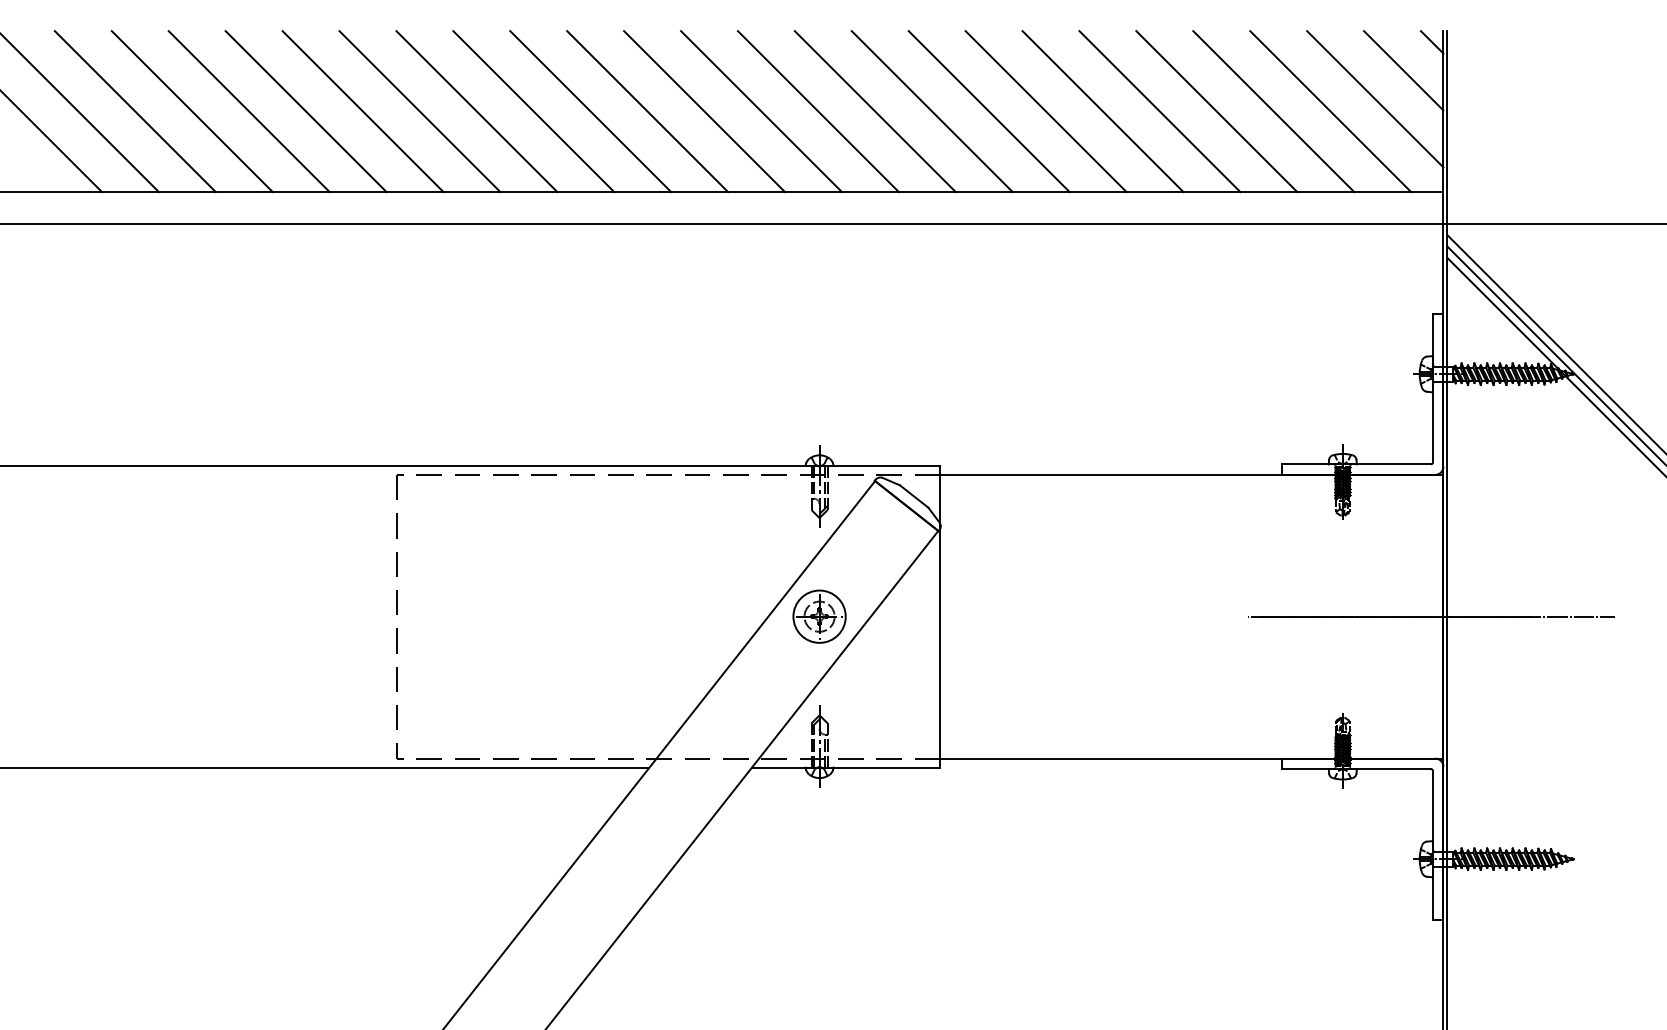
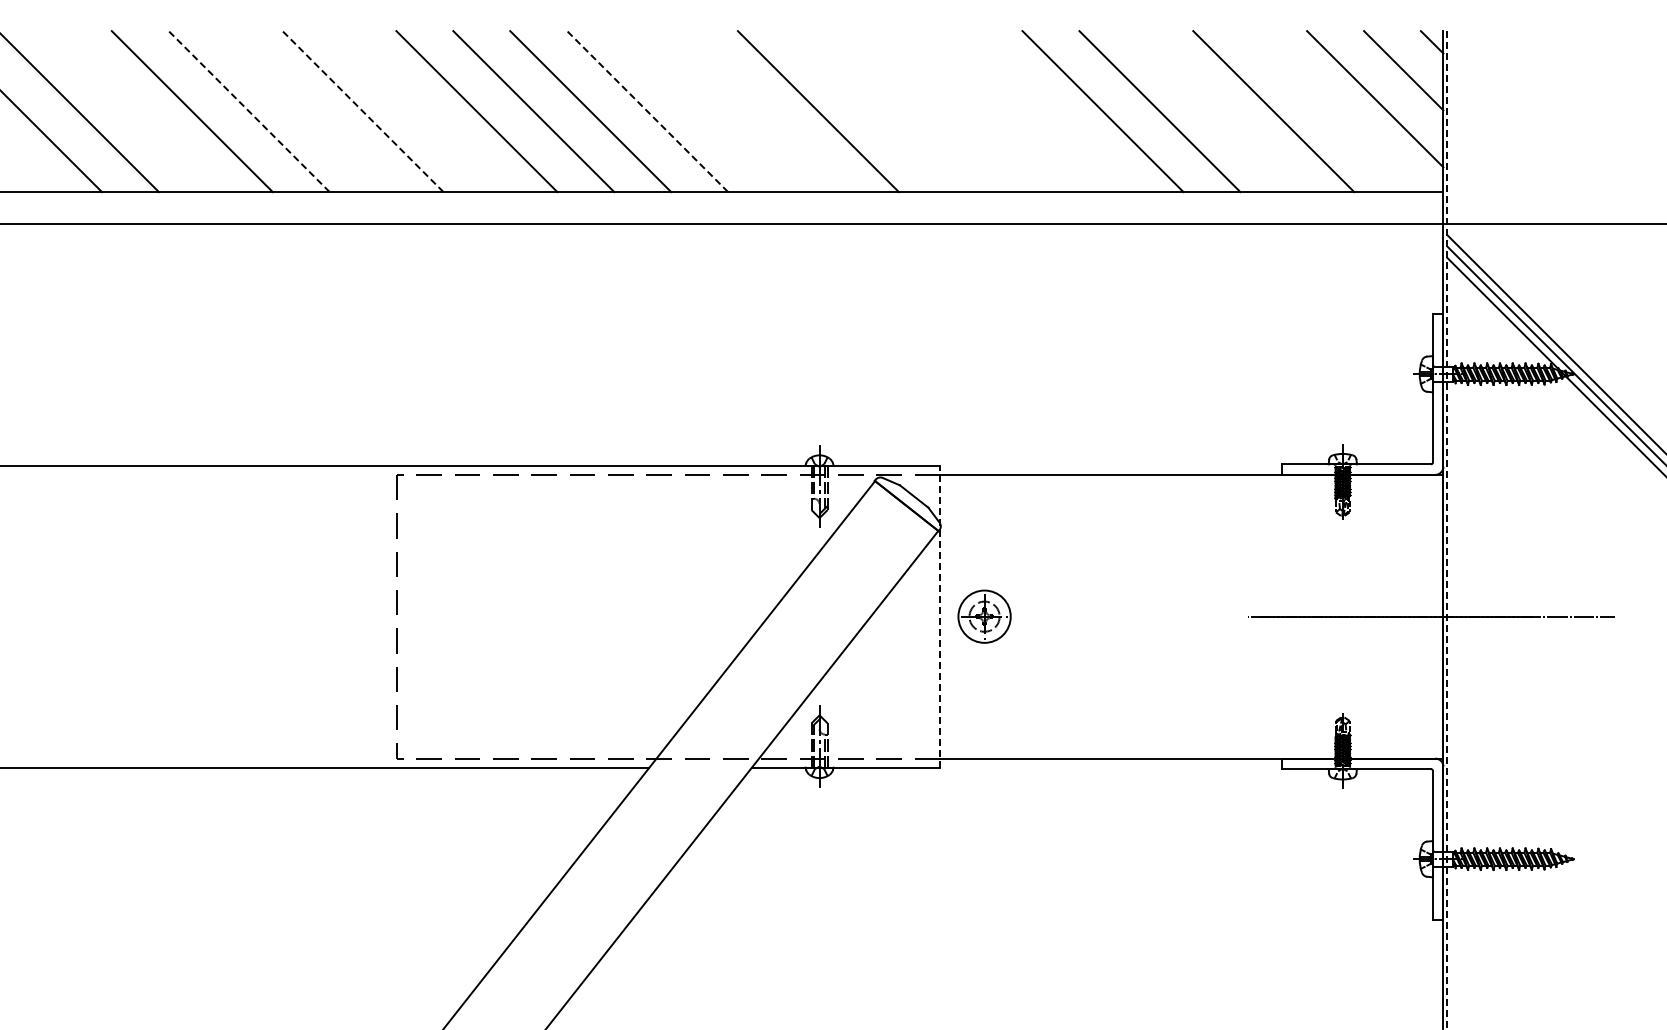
line at (134, 111): present -> none
line at (249, 111): solid -> dashed
line at (305, 111): present -> none
line at (363, 111): solid -> dashed
line at (419, 111): present -> none
line at (647, 111): solid -> dashed
line at (704, 111): present -> none
line at (761, 111): present -> none
line at (874, 111): present -> none
line at (931, 111): present -> none
line at (988, 111): present -> none
line at (1045, 111): present -> none
line at (1216, 111): present -> none
line at (1330, 111): present -> none
line at (1447, 531): solid -> dashed
part at (819, 616) position: (819, 616) -> (984, 616)
line at (940, 616): solid -> dashed
